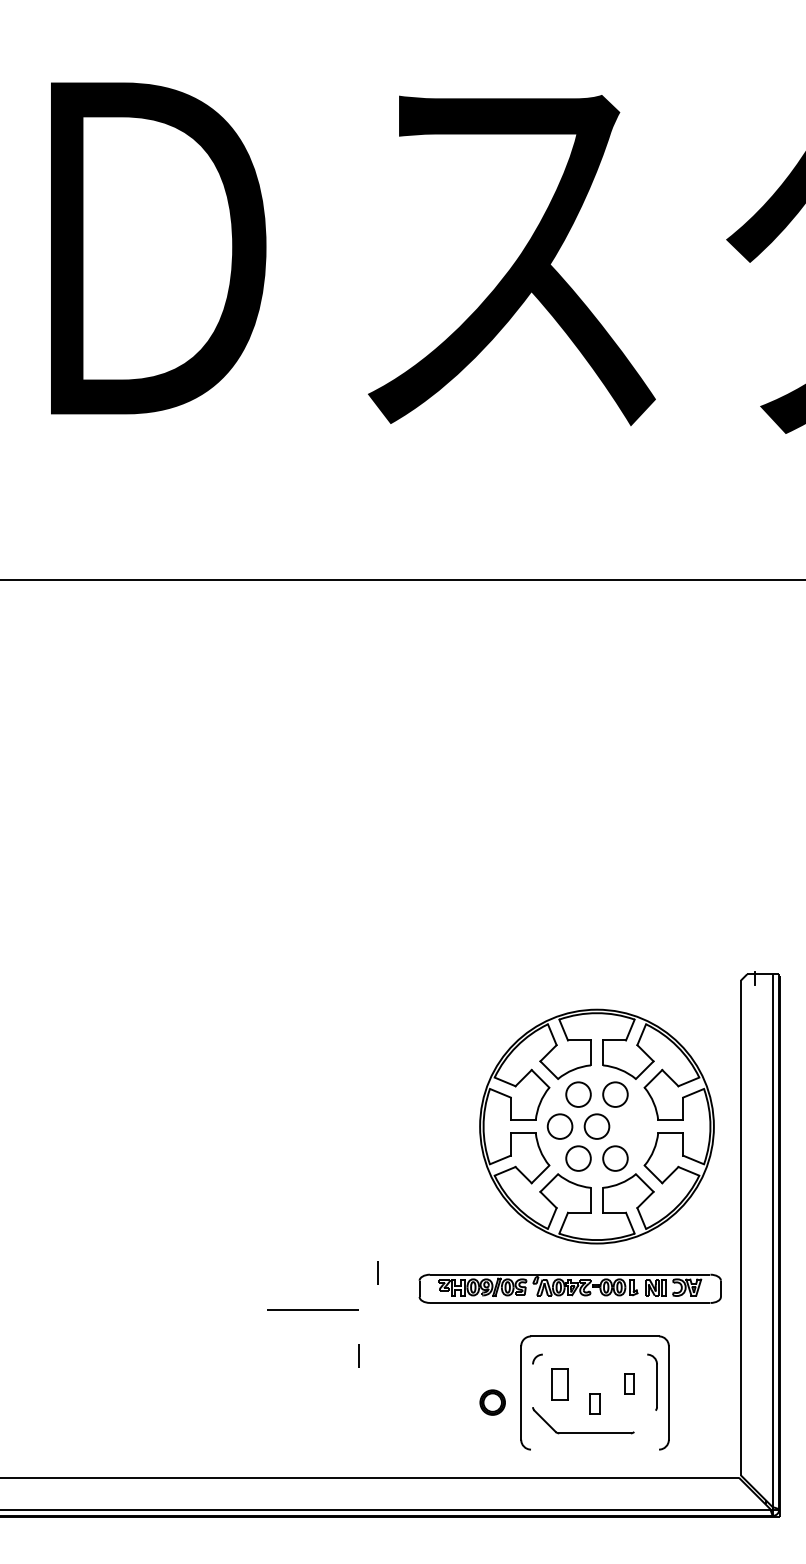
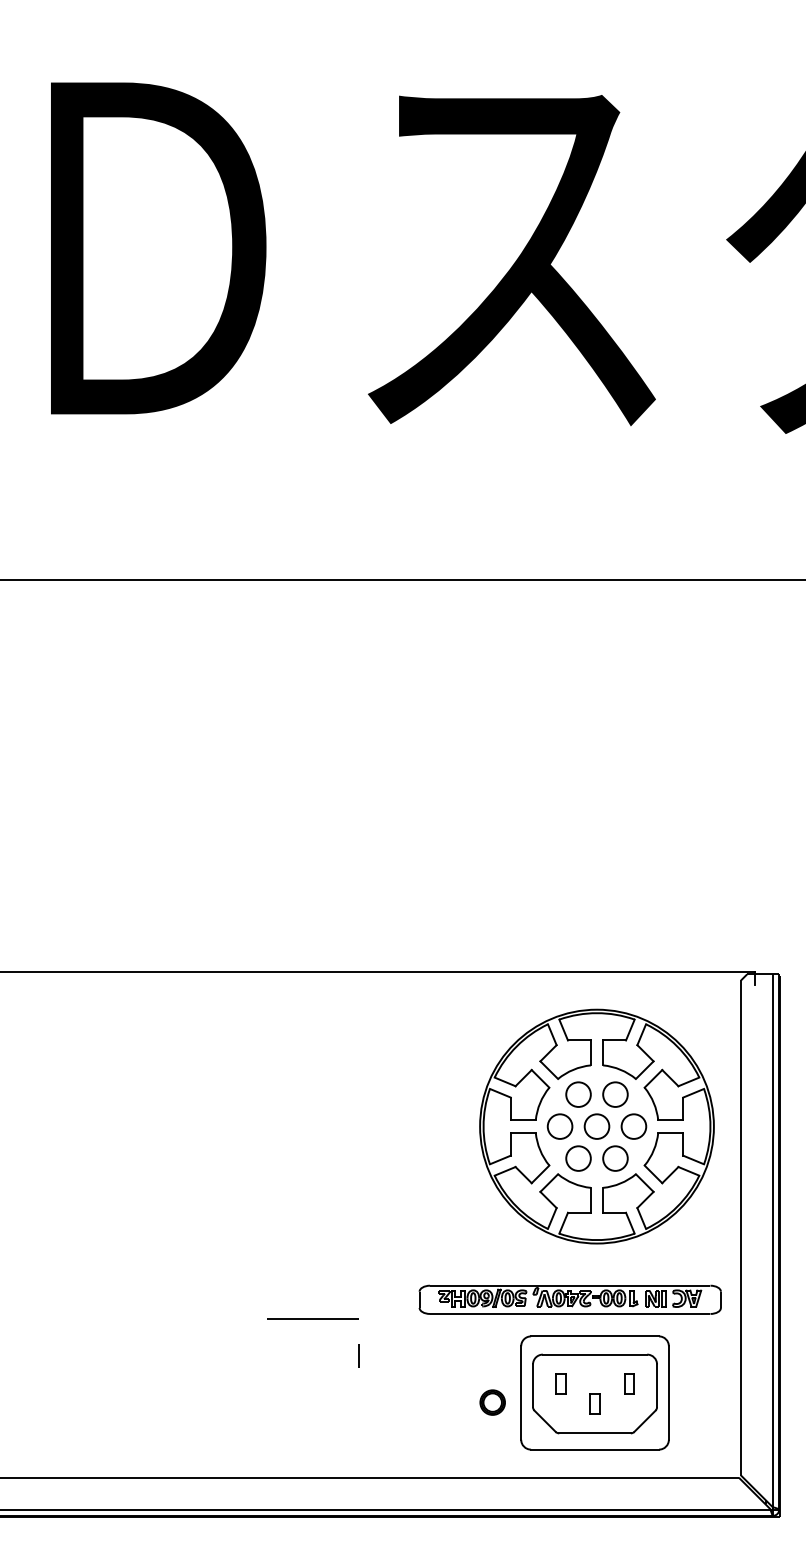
line at (378, 972): none -> present
circle at (633, 1126): none -> present
line at (377, 1272): present -> none
part at (569, 1288) position: (569, 1288) -> (569, 1299)
line at (312, 1309) position: (312, 1309) -> (312, 1318)
line at (594, 1354): none -> present
part at (559, 1384) size: 18x33 px -> 12x22 px
line at (533, 1385): none -> present
line at (644, 1420): none -> present
line at (595, 1449): none -> present
